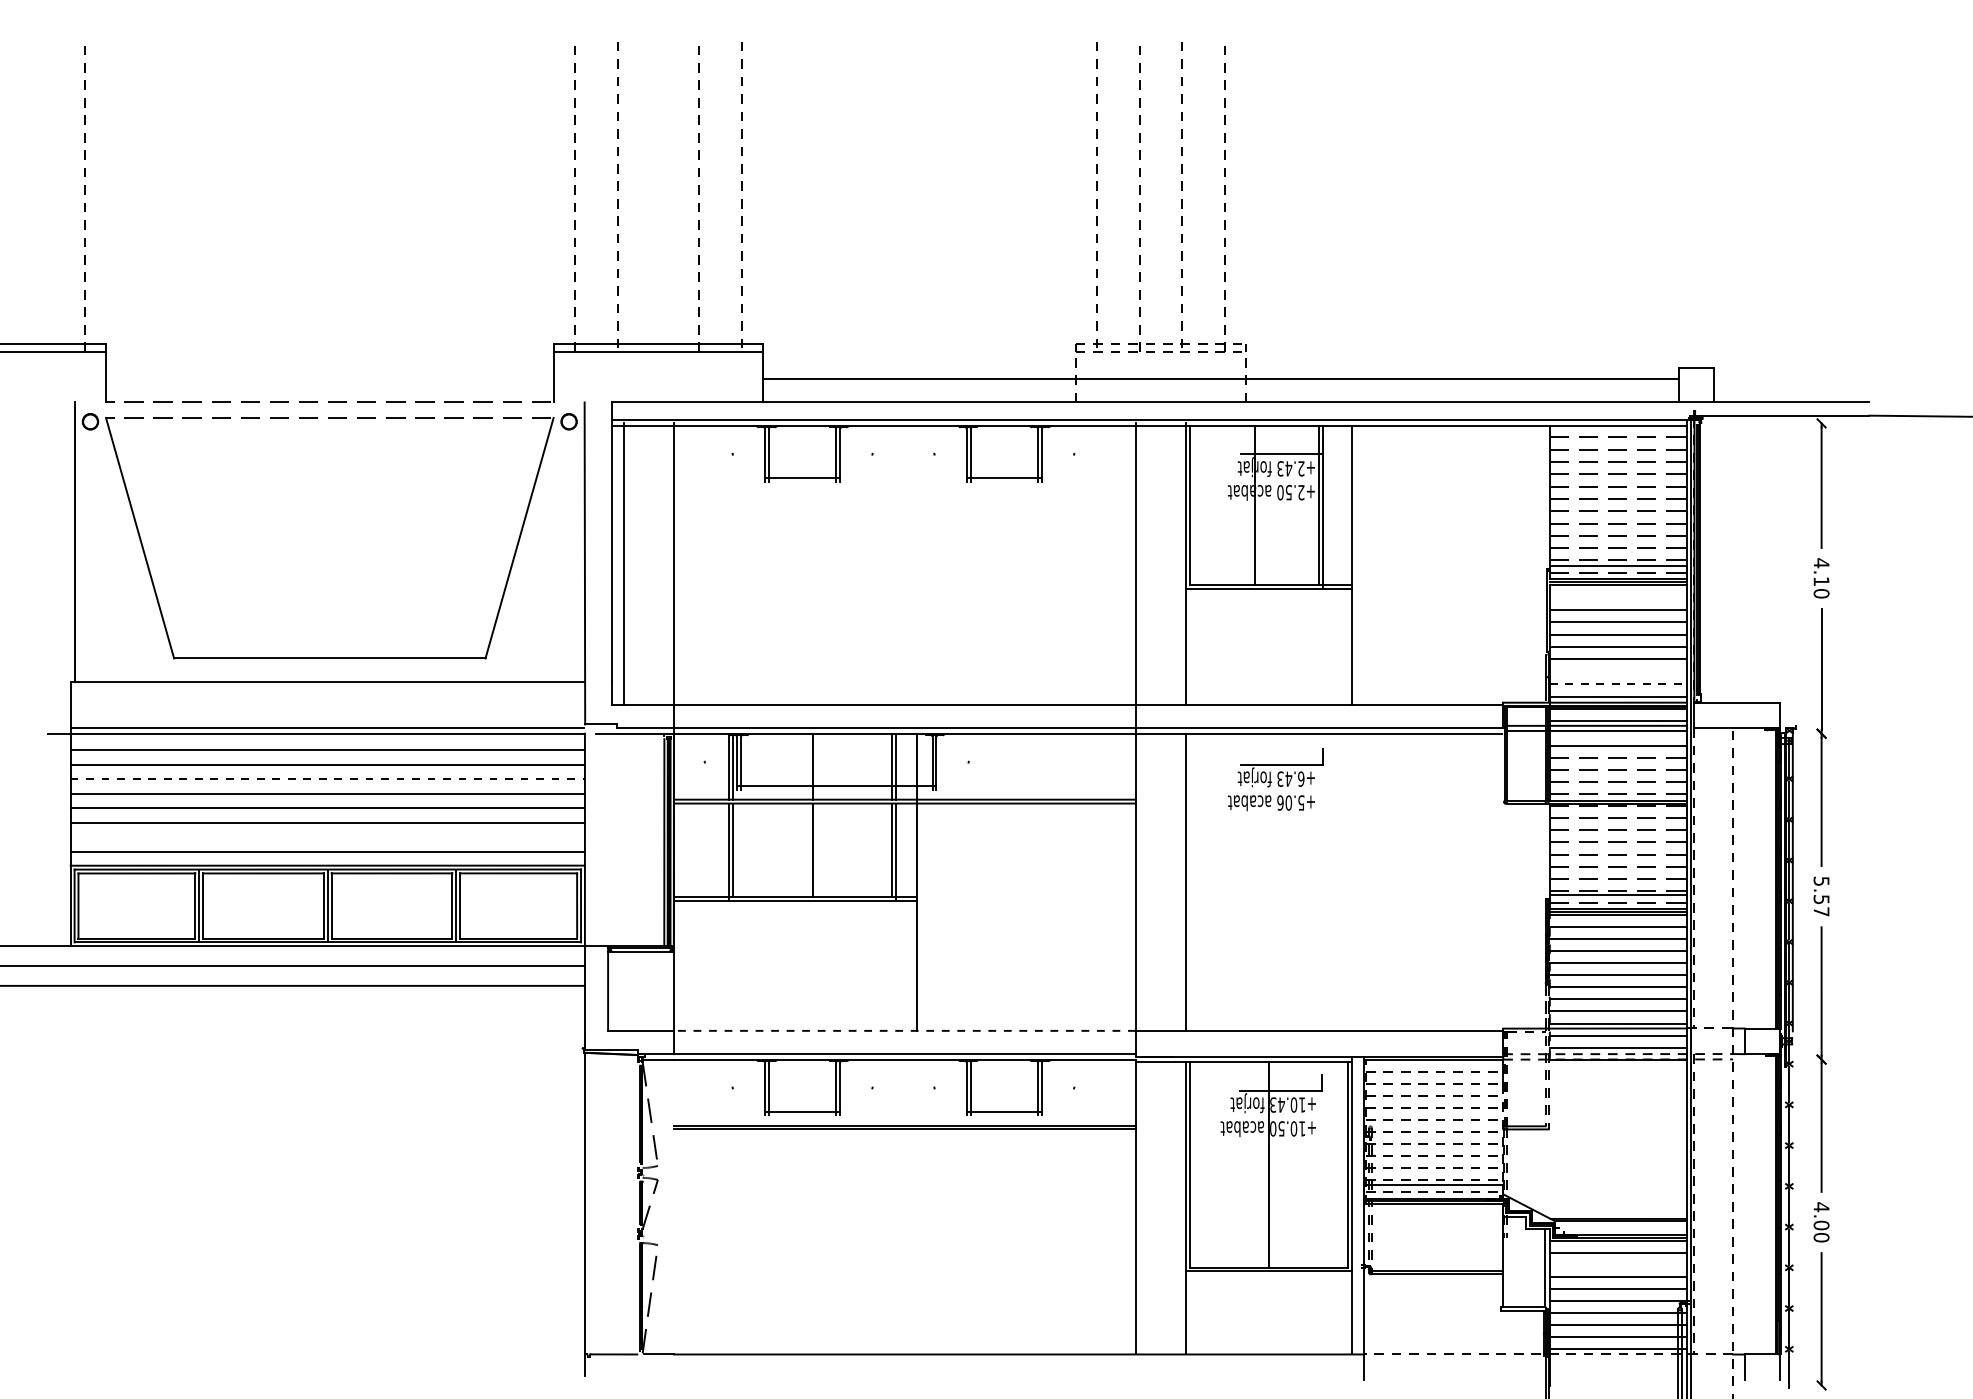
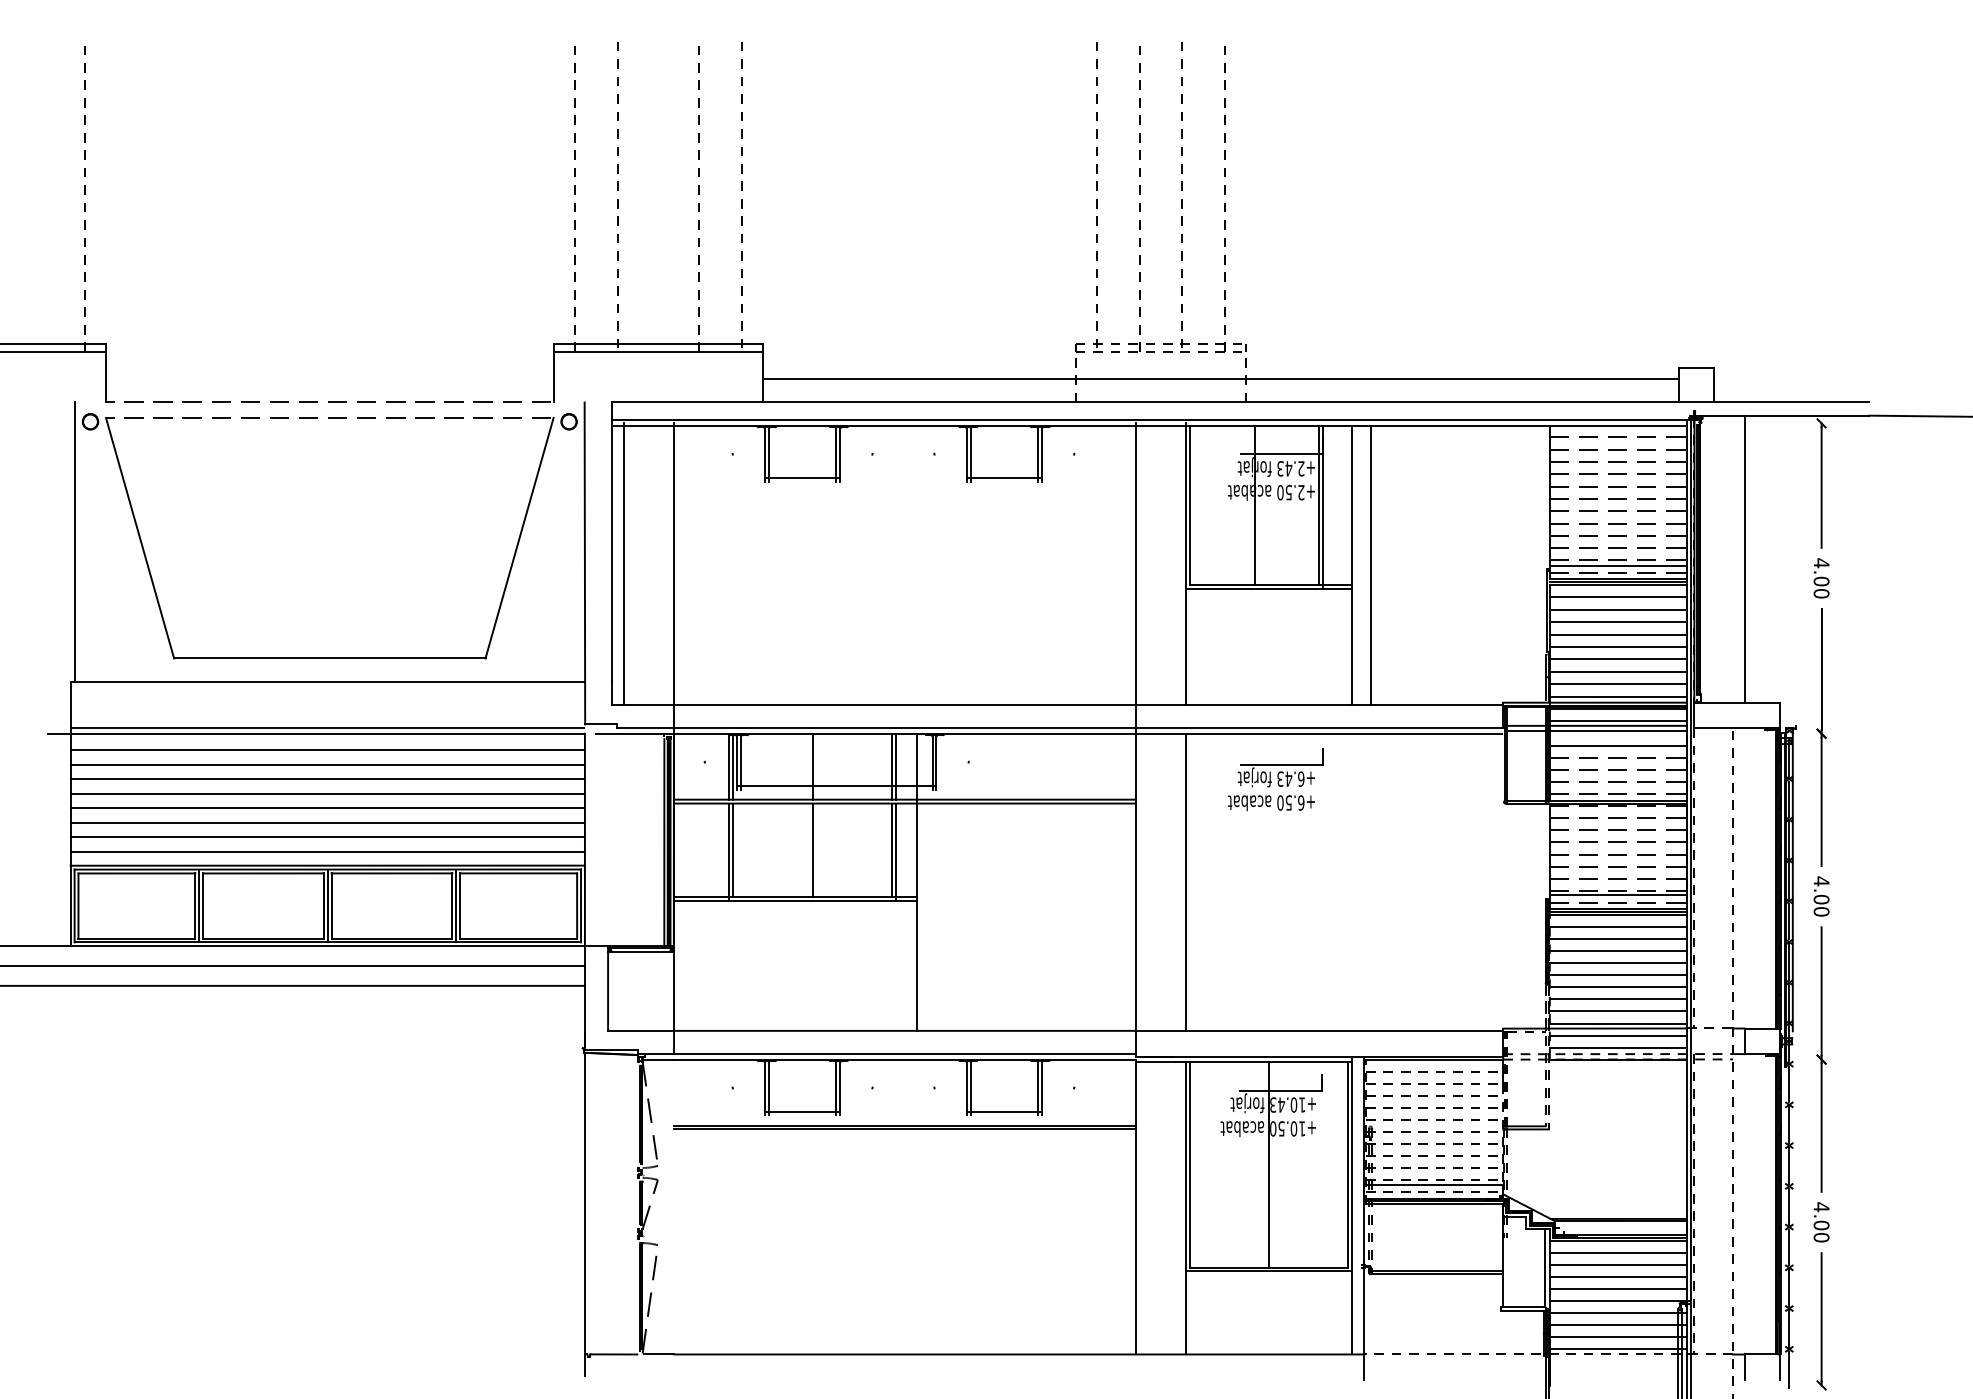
line at (1744, 558): none -> present
line at (1371, 565): none -> present
text at (1821, 581): 4.10 -> 4.00
line at (1618, 597): none -> present
line at (1618, 671): none -> present
line at (1618, 684): dashed -> solid
line at (328, 779): dashed -> solid
text at (1290, 802): +5.06 -> +6.50
line at (327, 837): none -> present
text at (1821, 896): 5.57 -> 4.00
line at (904, 1030): dashed -> solid
line at (1618, 1264): none -> present
